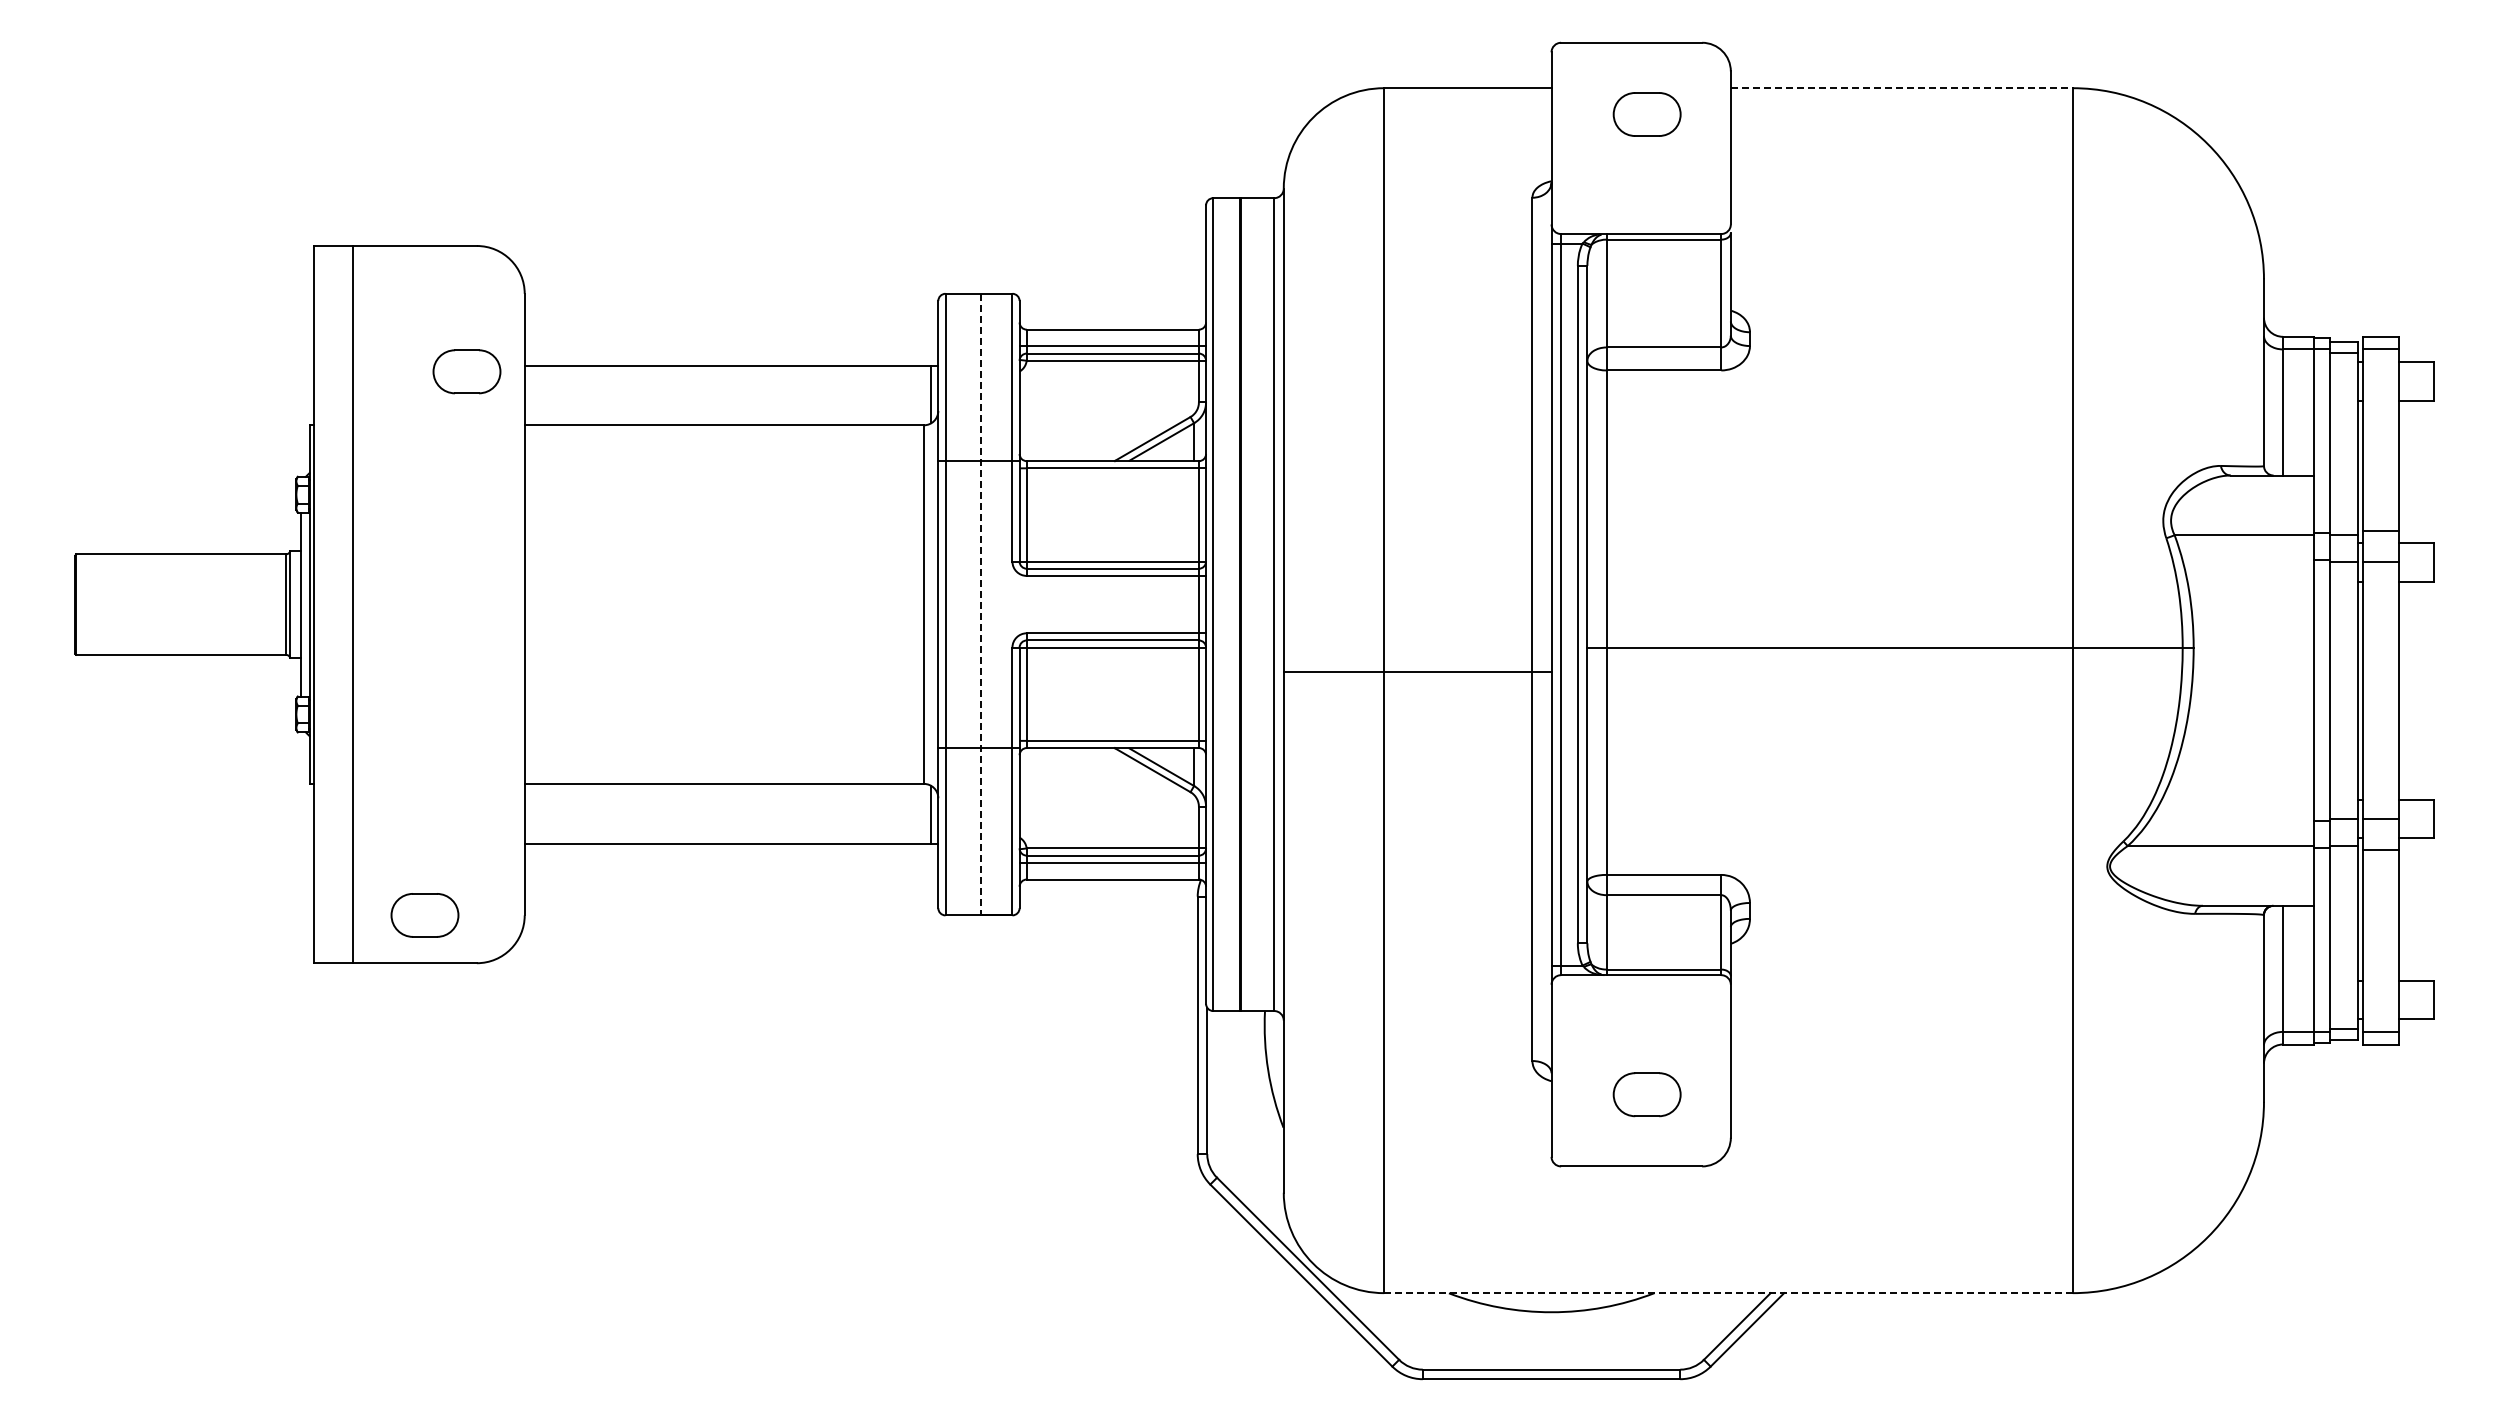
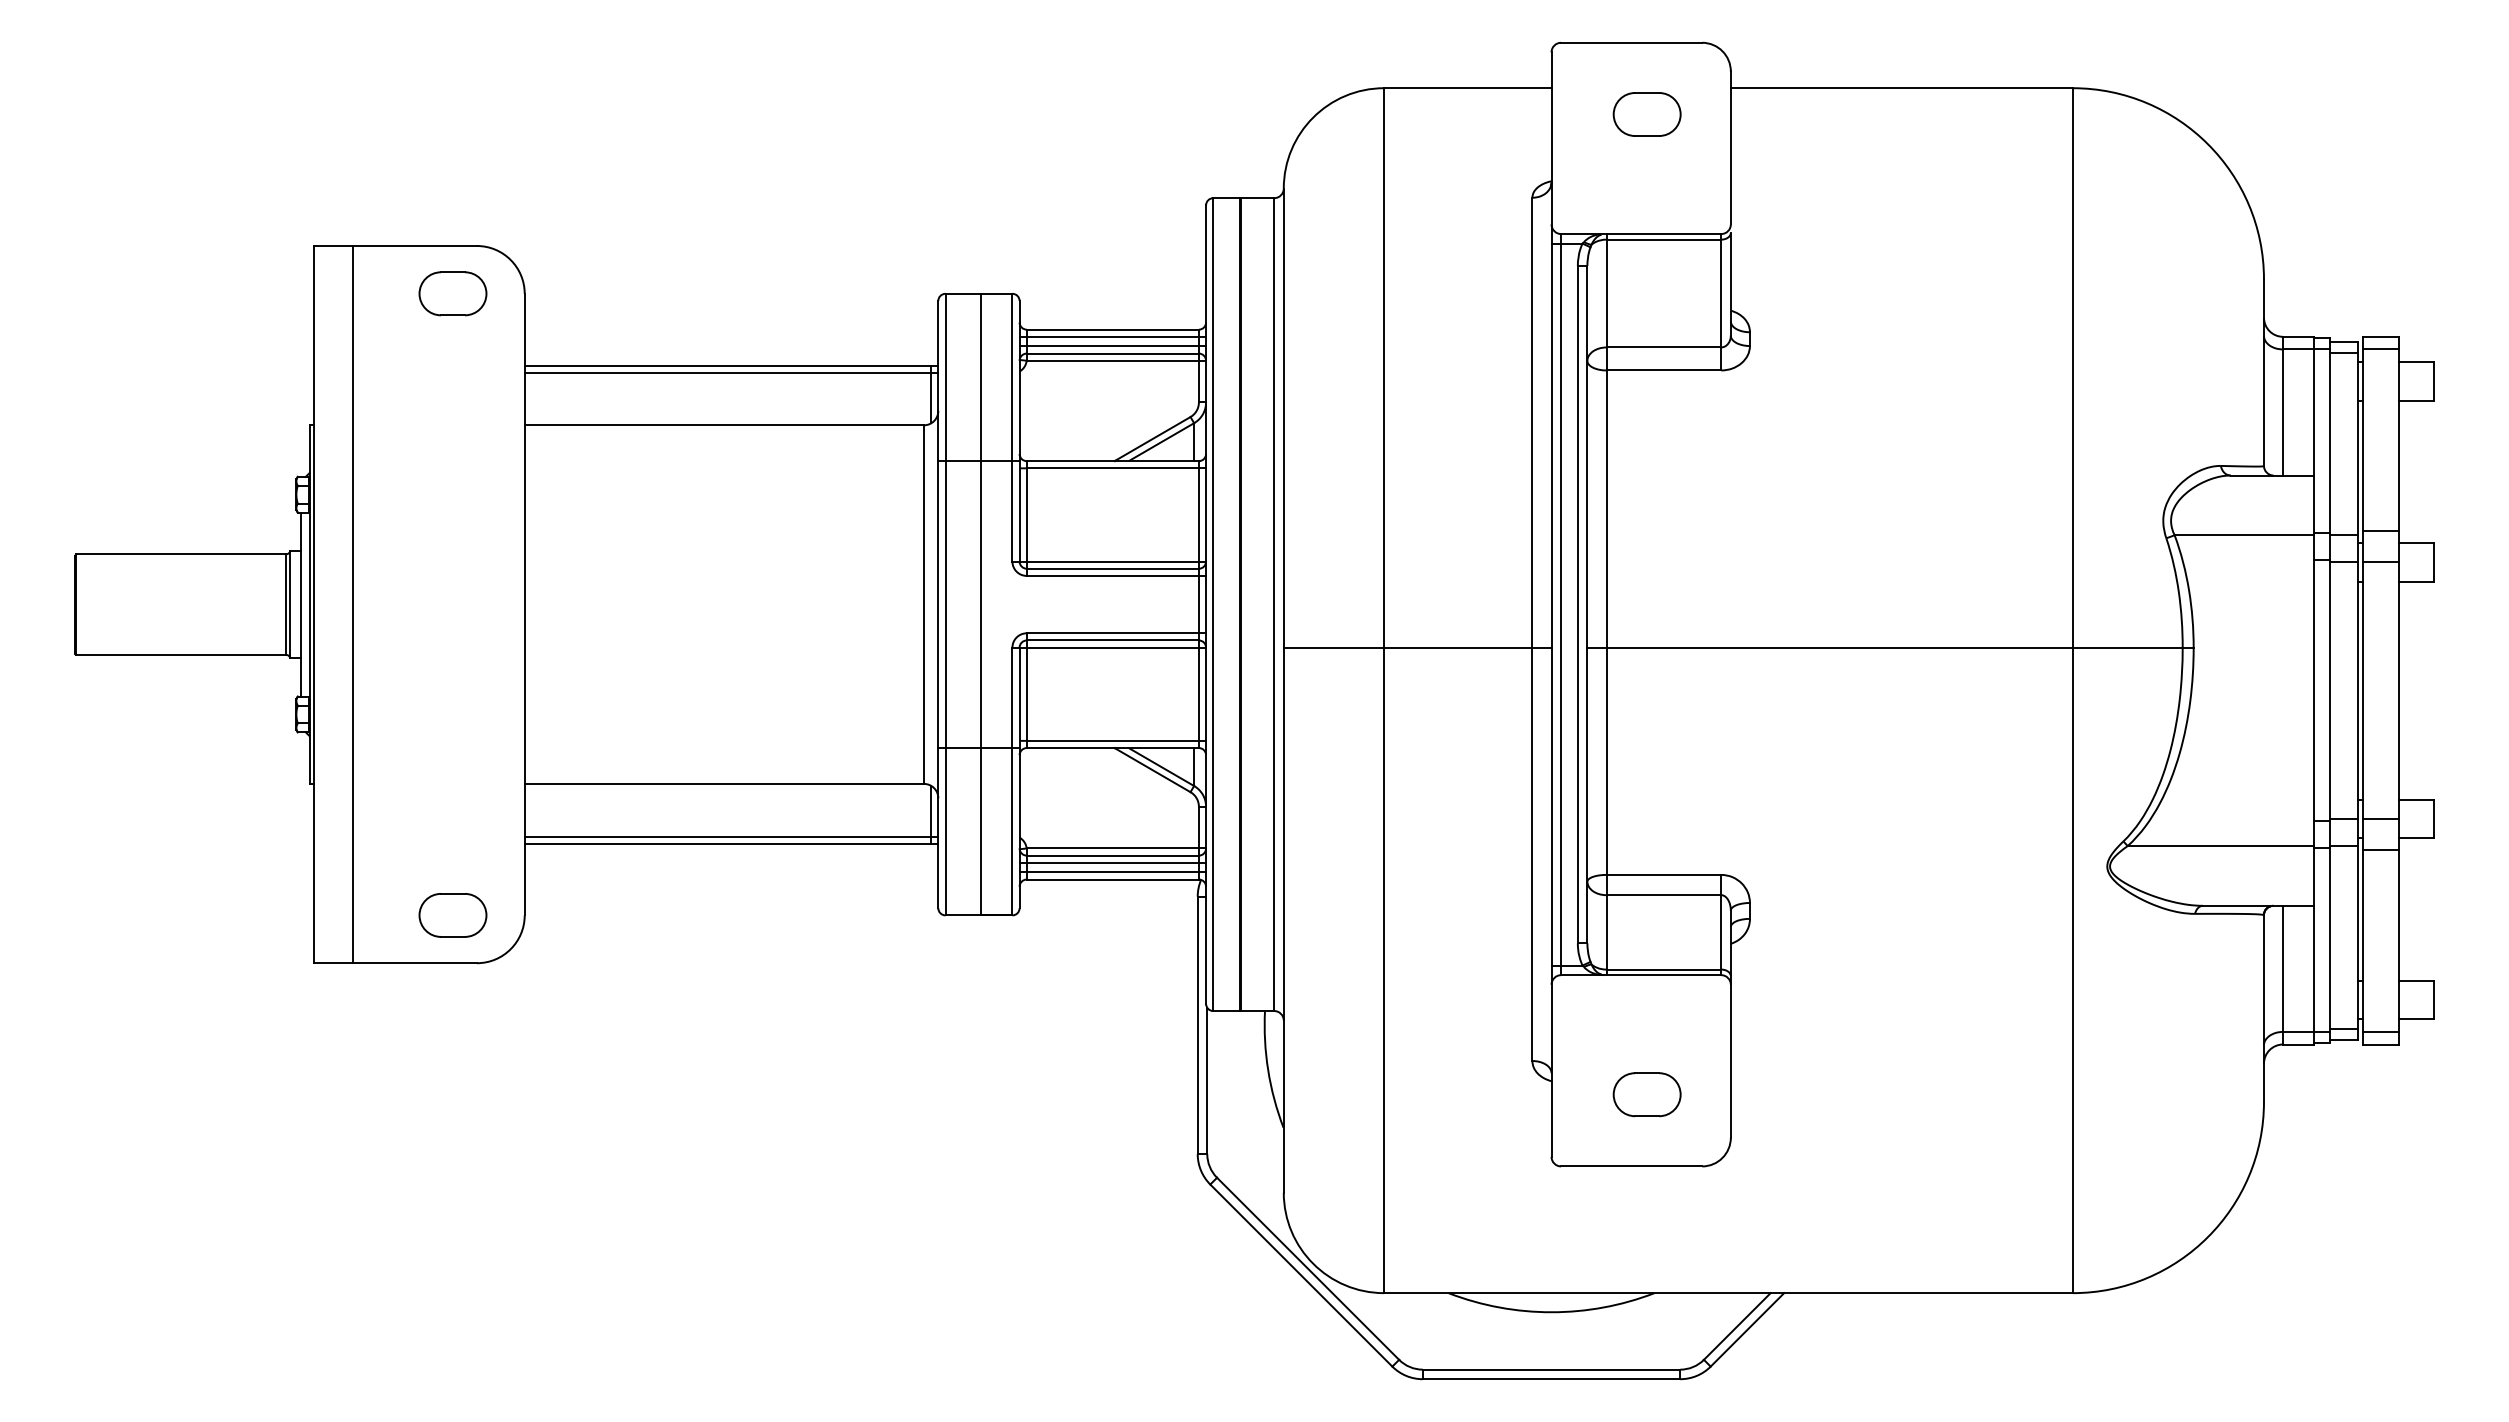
line at (1901, 88): dashed -> solid
line at (1112, 336): none -> present
part at (466, 371) position: (466, 371) -> (452, 293)
line at (731, 372): none -> present
line at (981, 604): dashed -> solid
line at (1417, 671) position: (1417, 671) -> (1417, 647)
line at (731, 836): none -> present
line at (1112, 872): none -> present
part at (424, 915) position: (424, 915) -> (452, 915)
line at (1727, 1293): dashed -> solid
